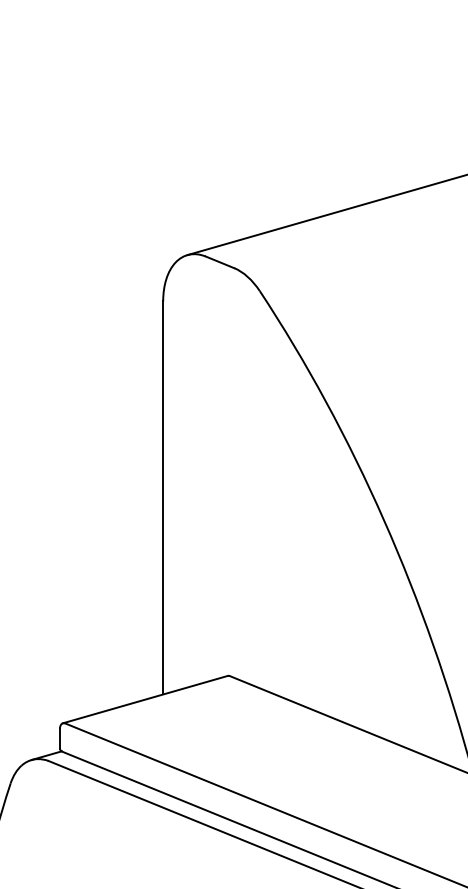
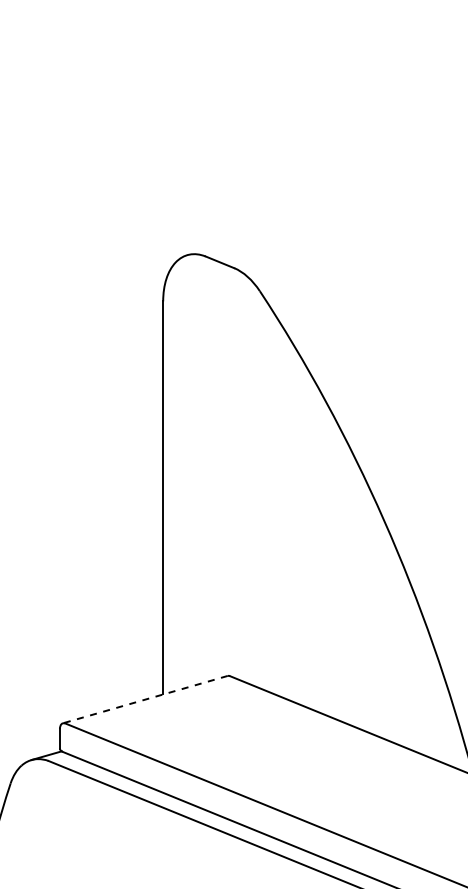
line at (325, 215): present -> none
line at (145, 699): solid -> dashed
